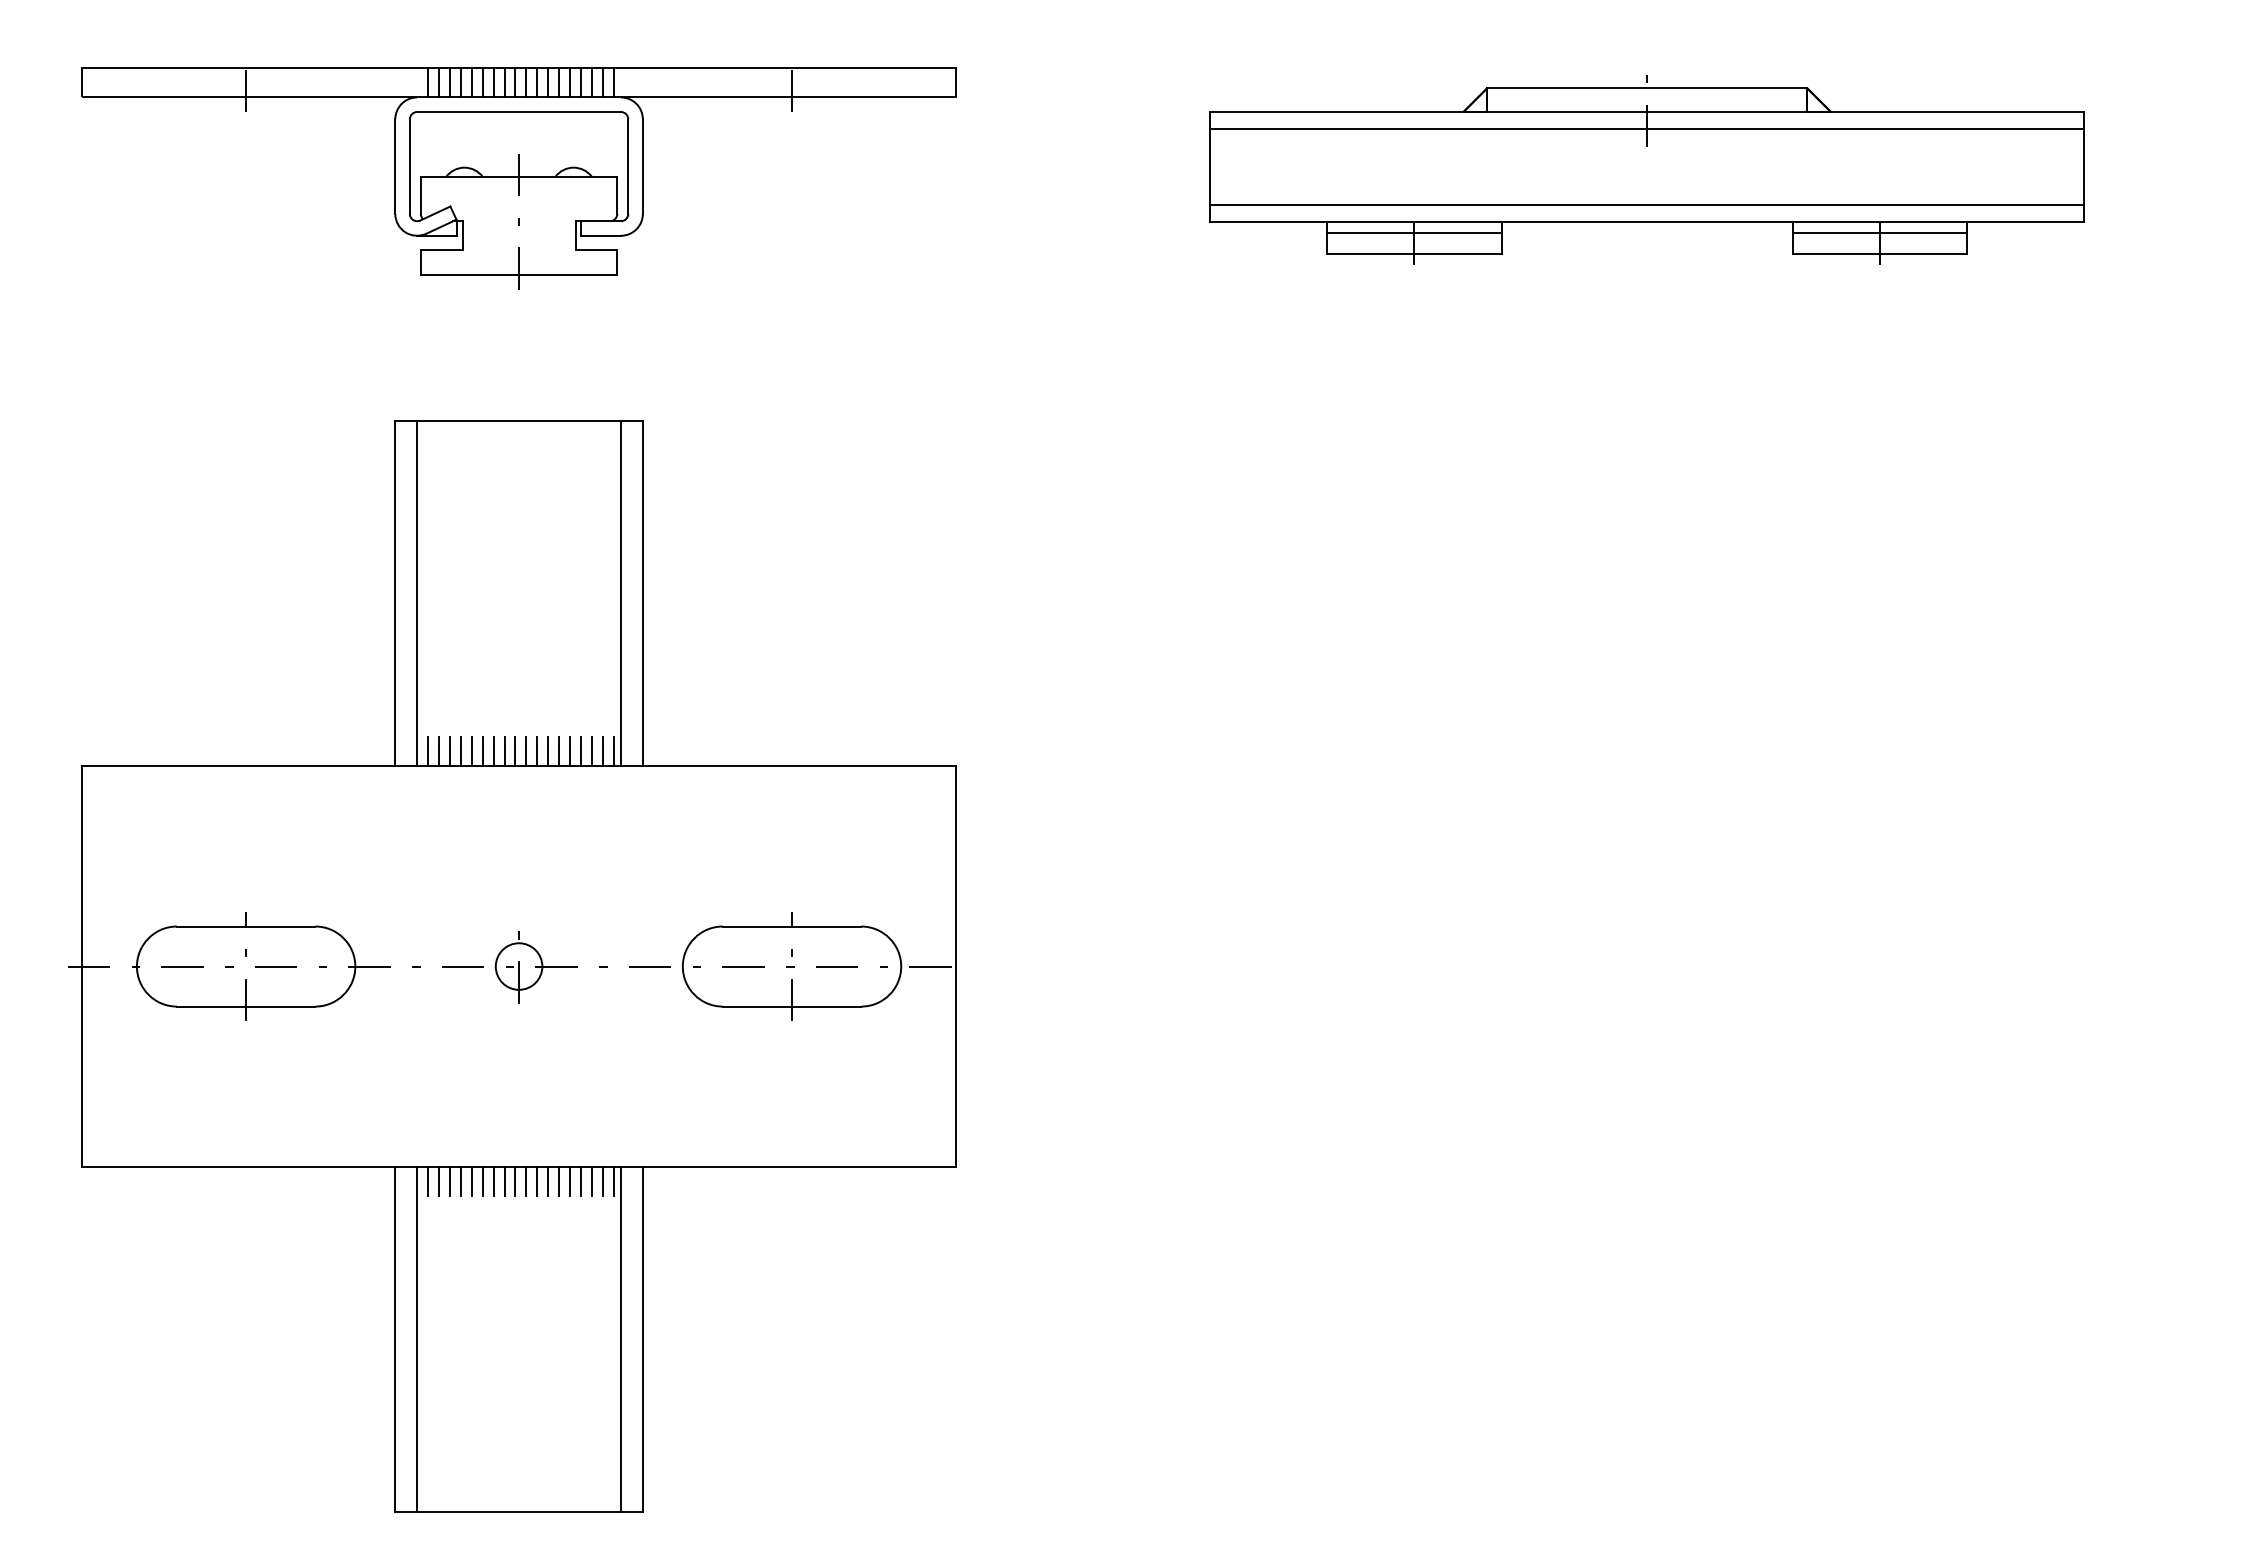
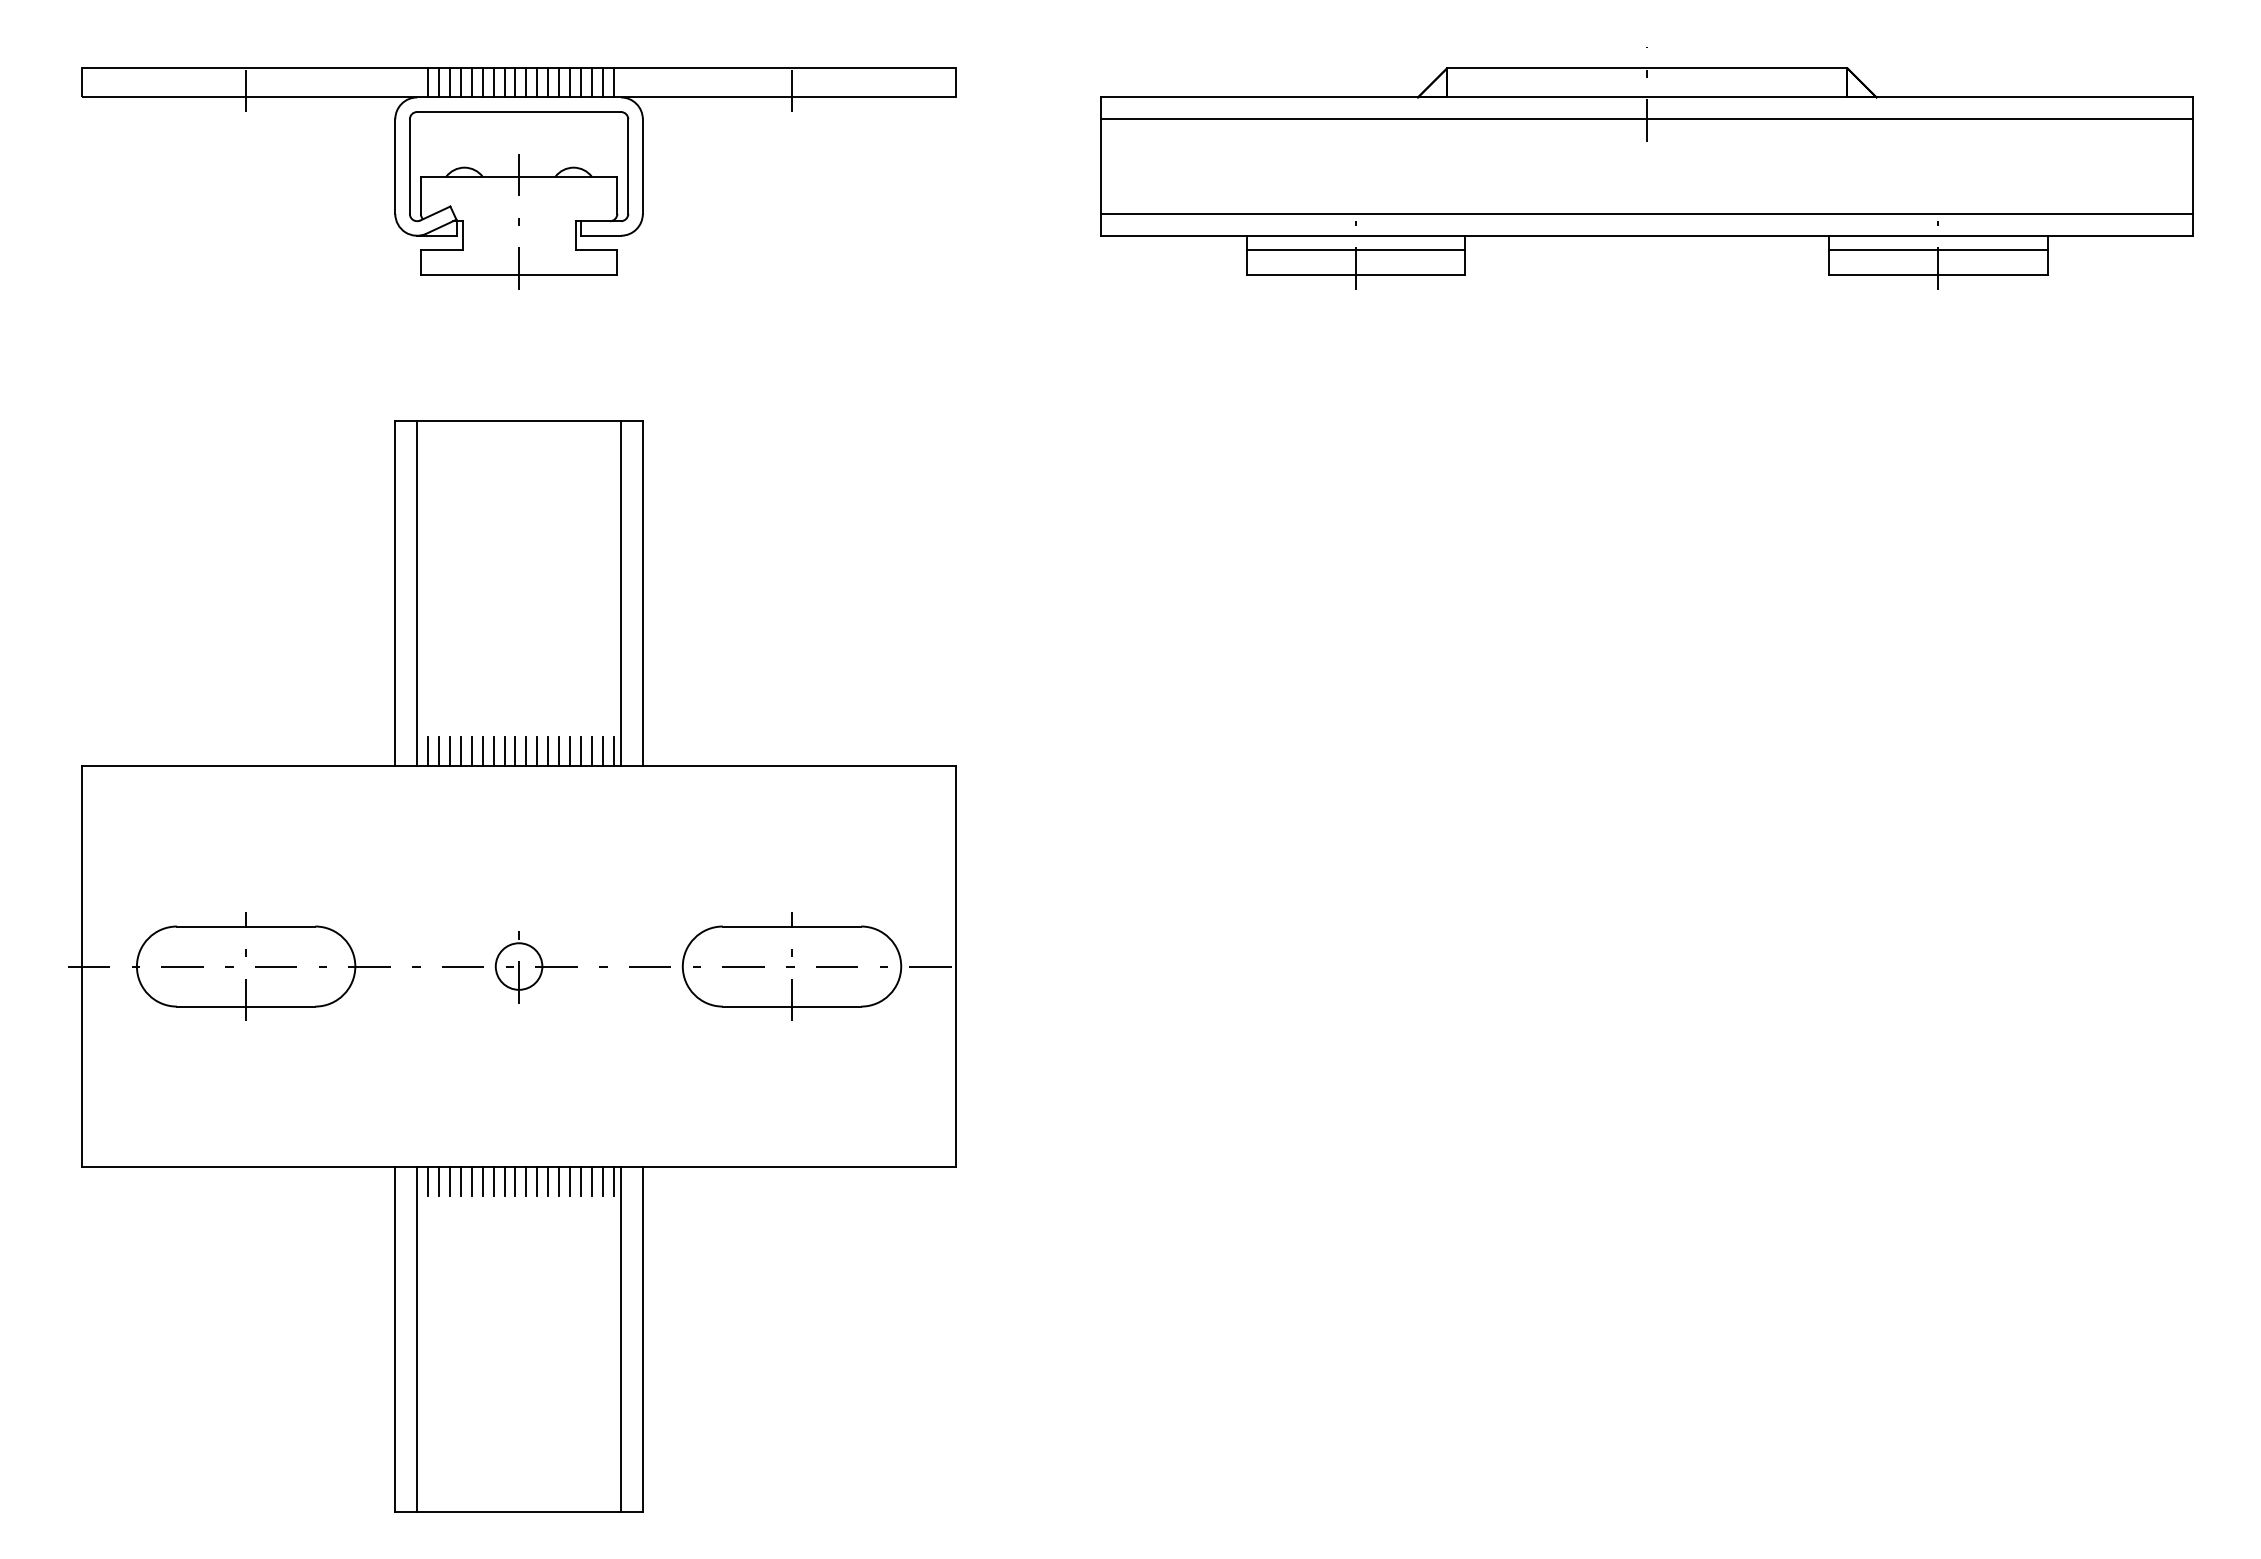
part at (1646, 169) size: 876x190 px -> 1094x243 px
